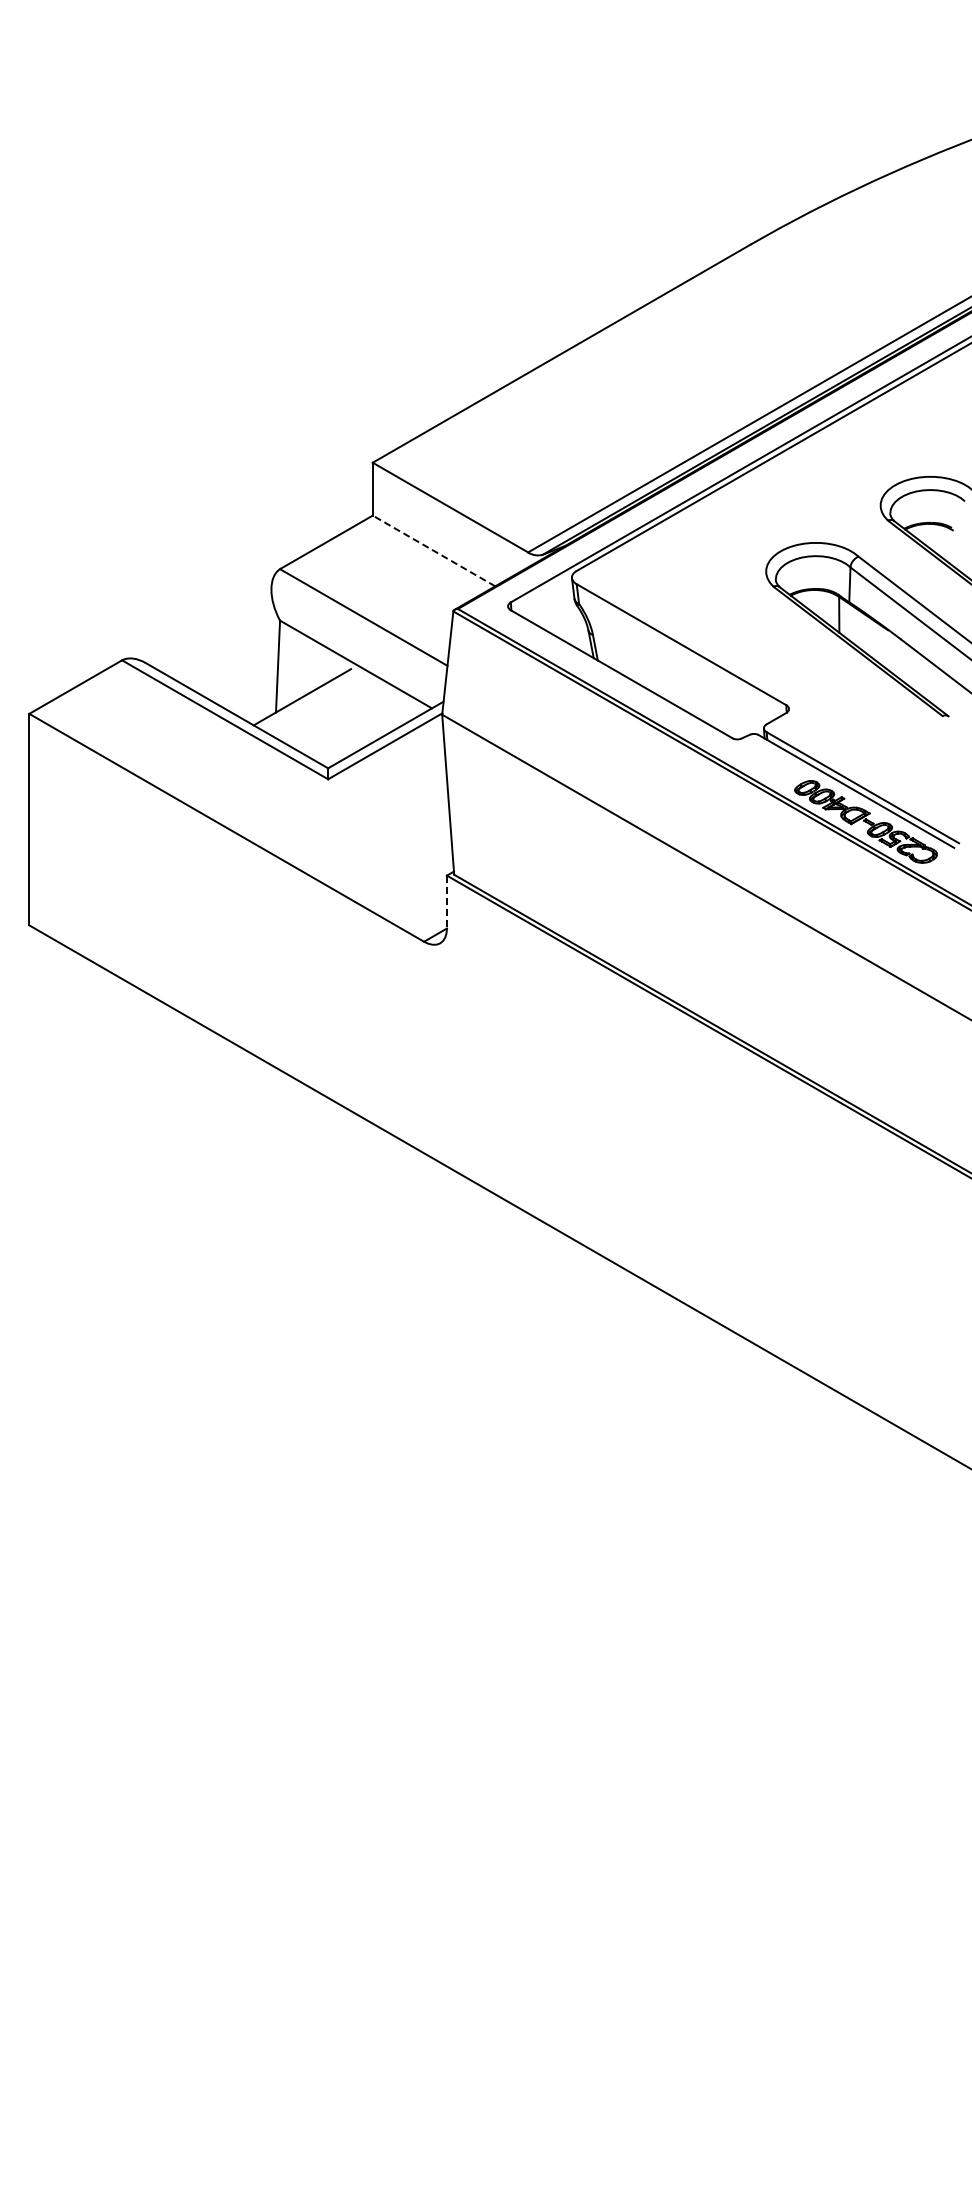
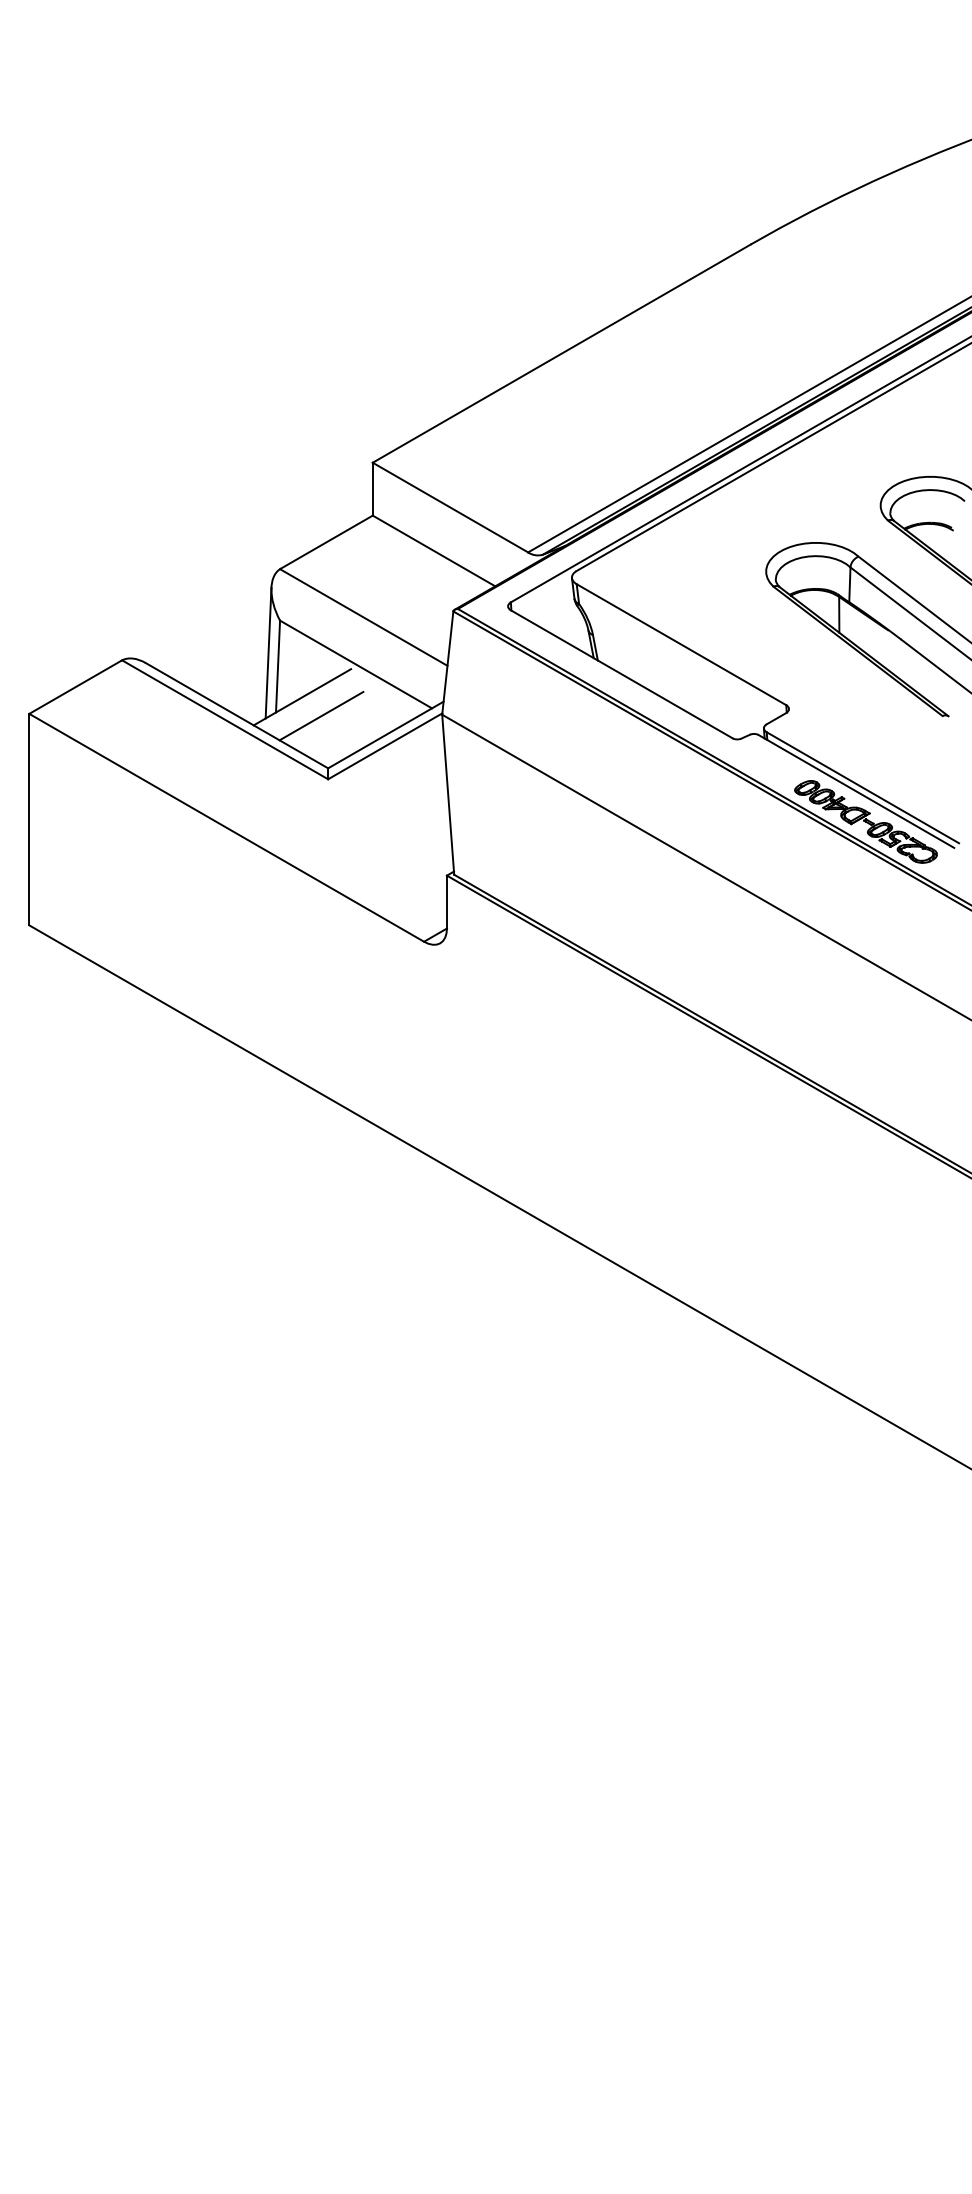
line at (434, 550): dashed -> solid
line at (268, 652): none -> present
line at (321, 715): none -> present
line at (446, 902): dashed -> solid
